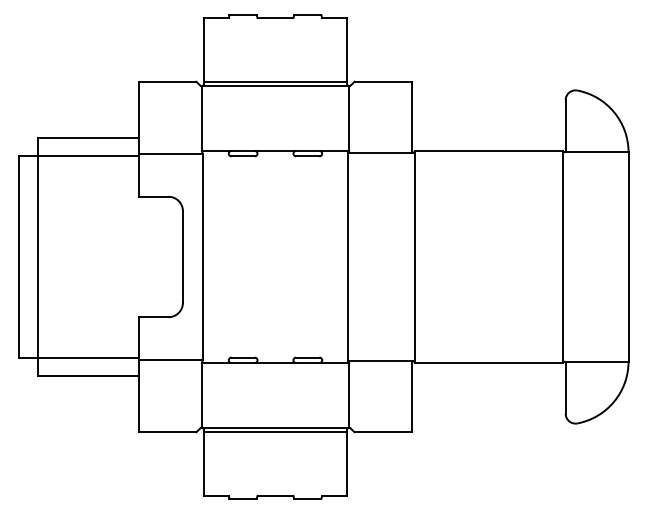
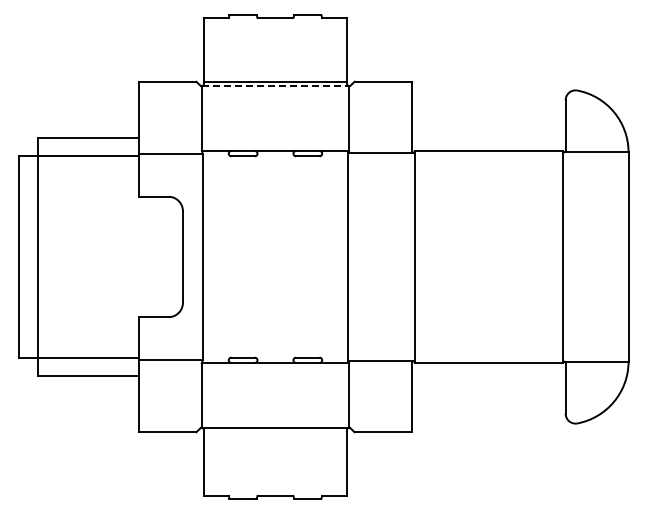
line at (275, 86): solid -> dashed
line at (275, 432): present -> none
